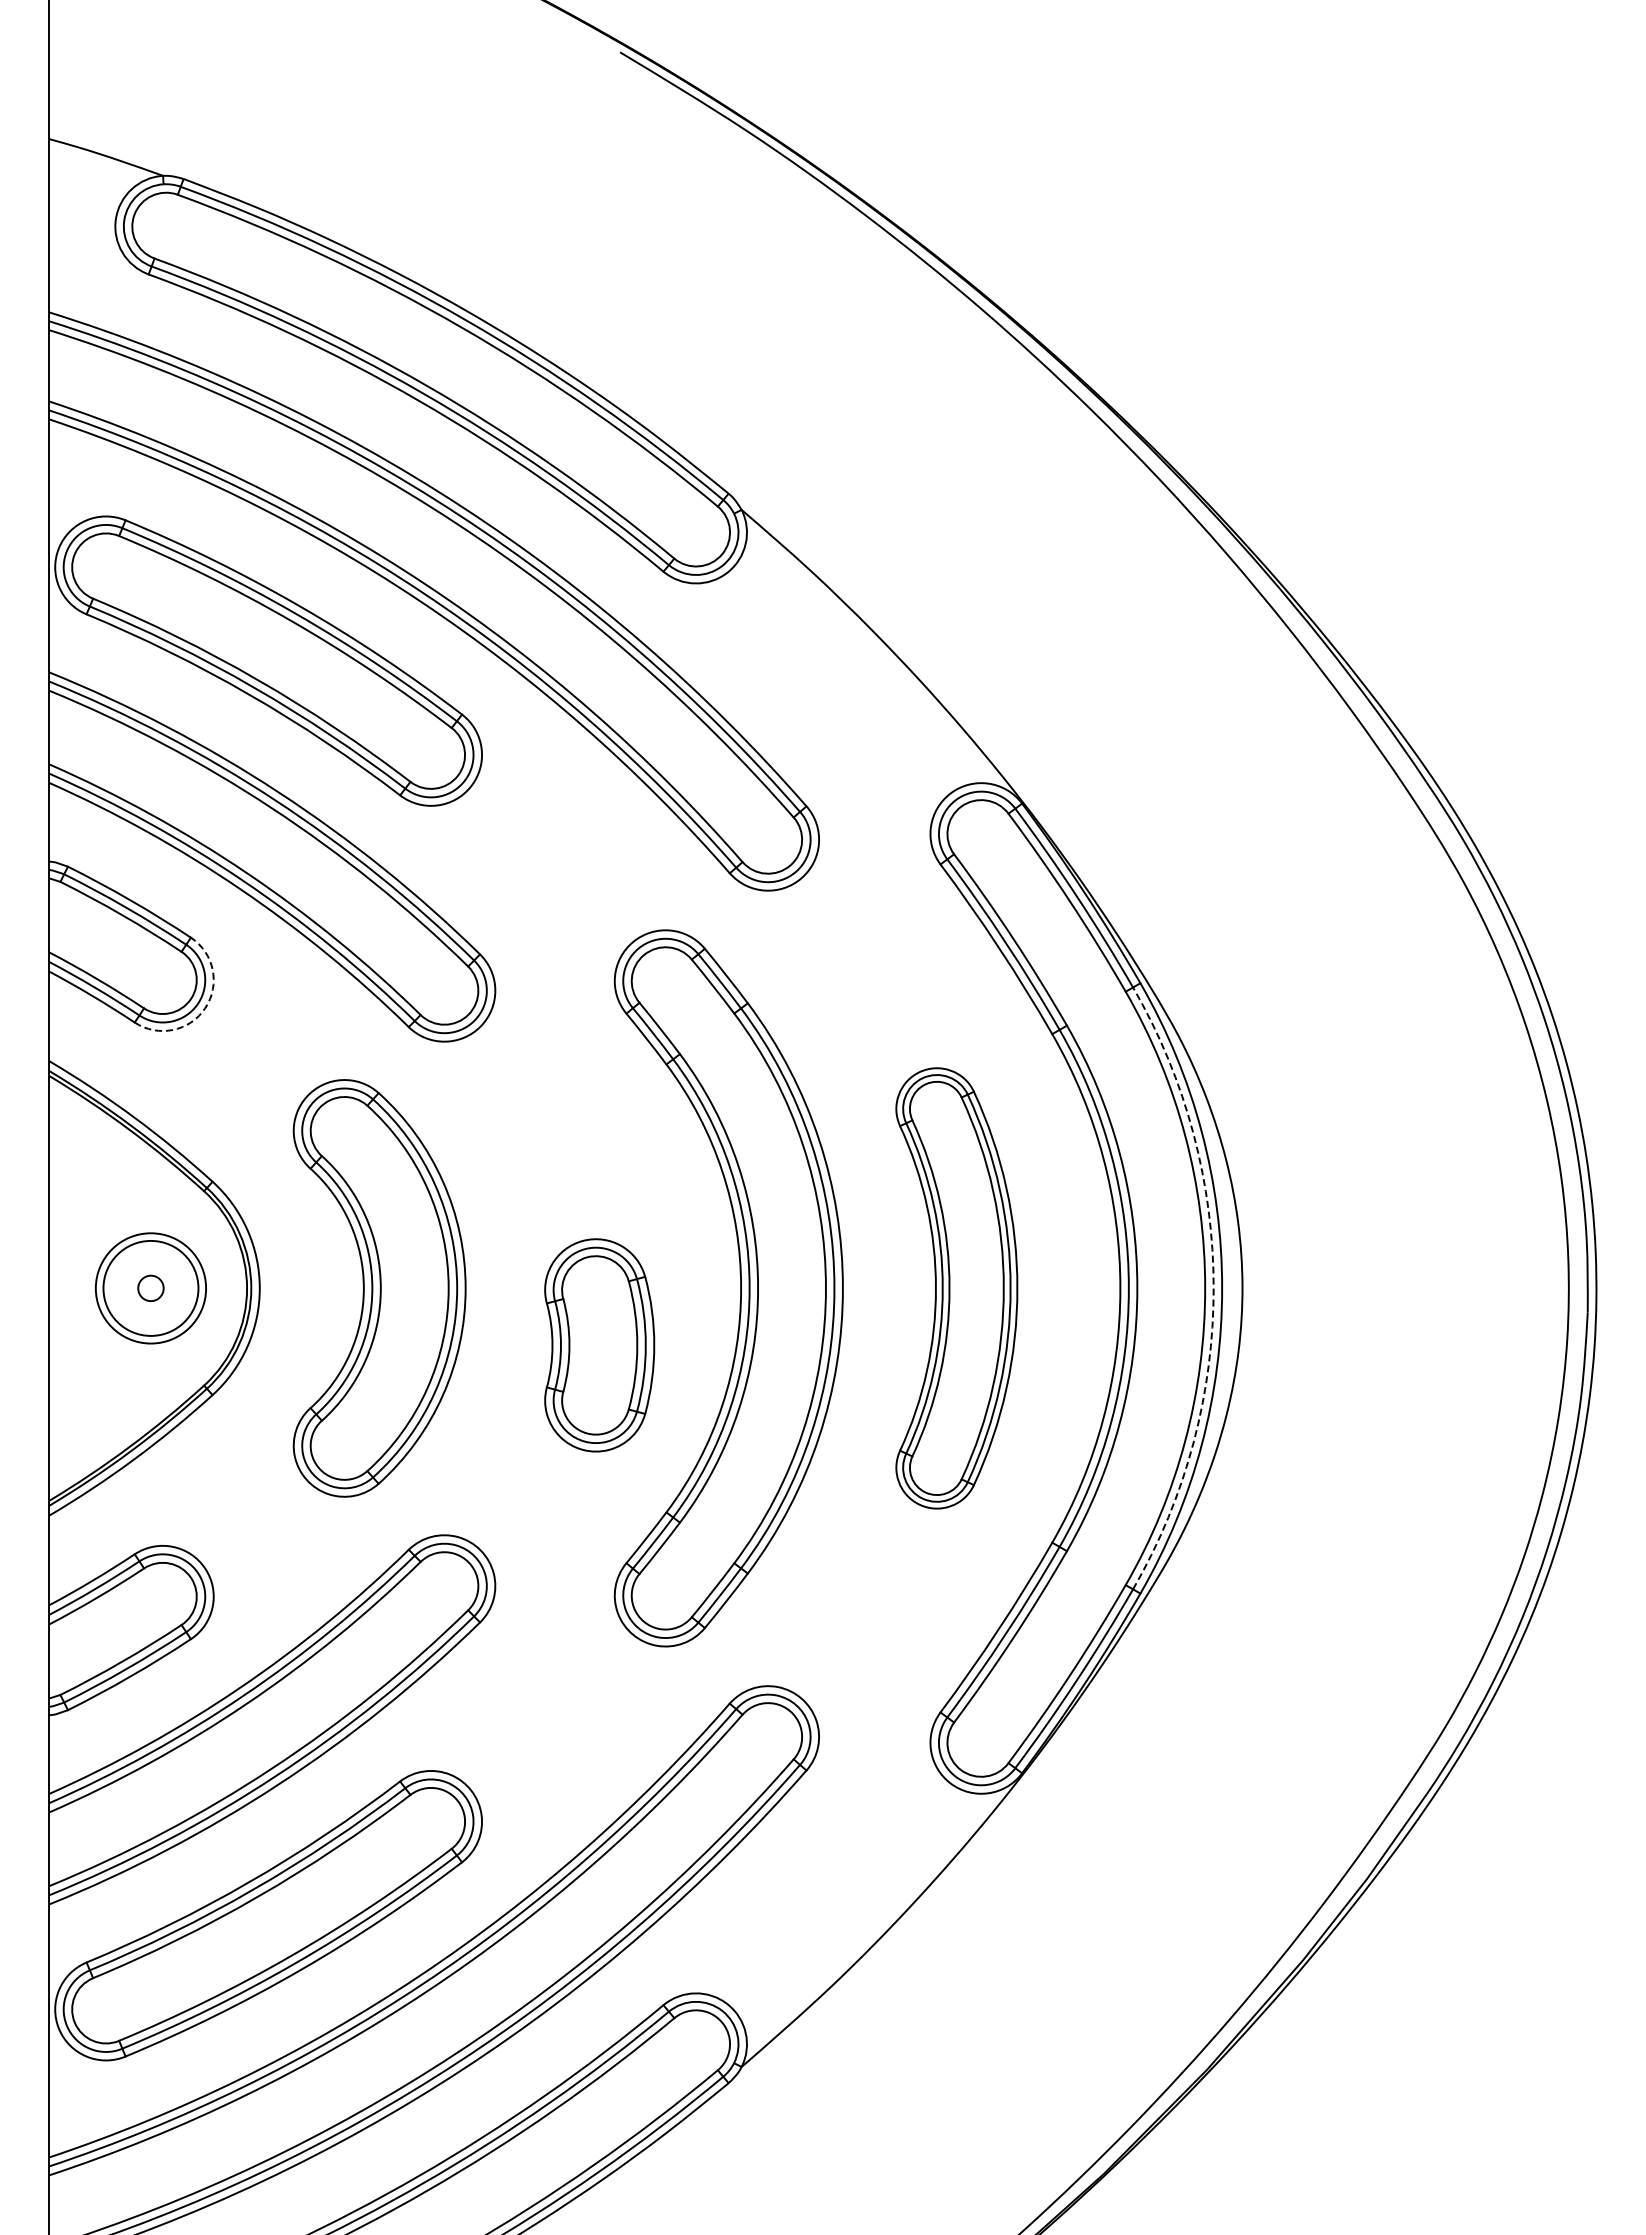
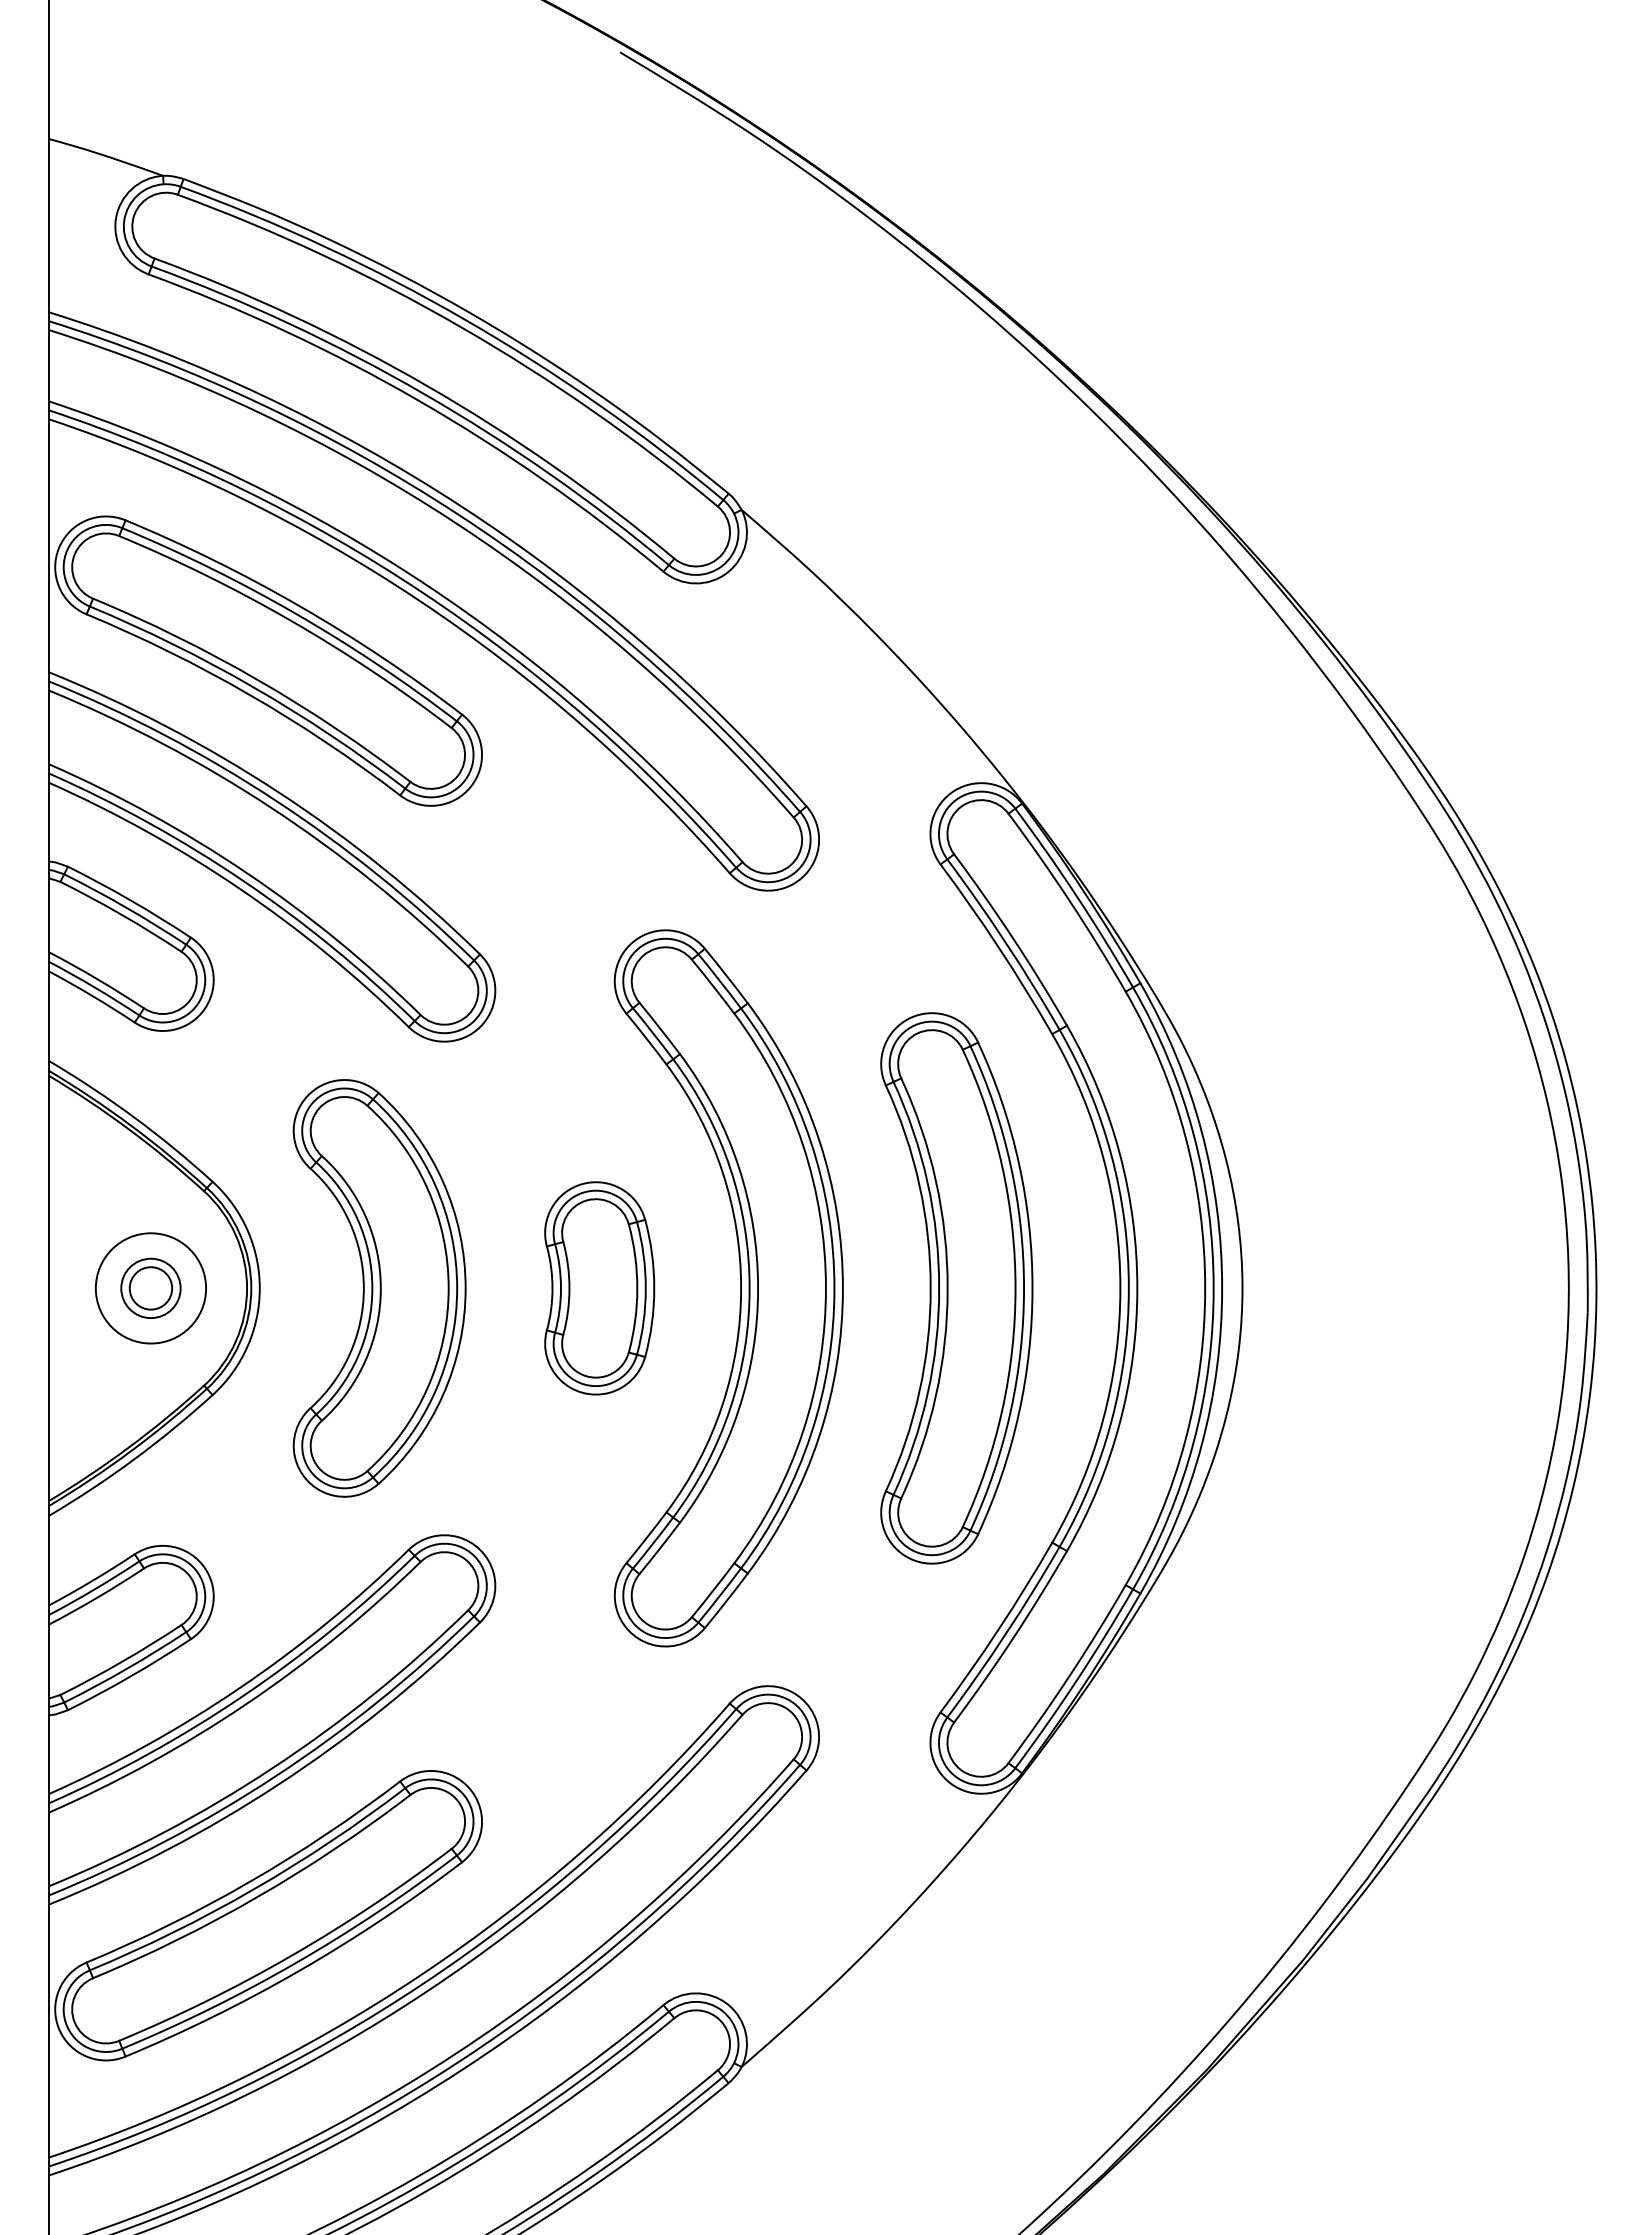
arc at (205, 1008): dashed -> solid
circle at (150, 1287) diameter: 95 px -> 59 px
circle at (150, 1288) diameter: 25 px -> 42 px
part at (956, 1288) size: 124x443 px -> 154x553 px
arc at (1213, 1288): dashed -> solid
part at (599, 1345) position: (599, 1345) -> (599, 1288)
